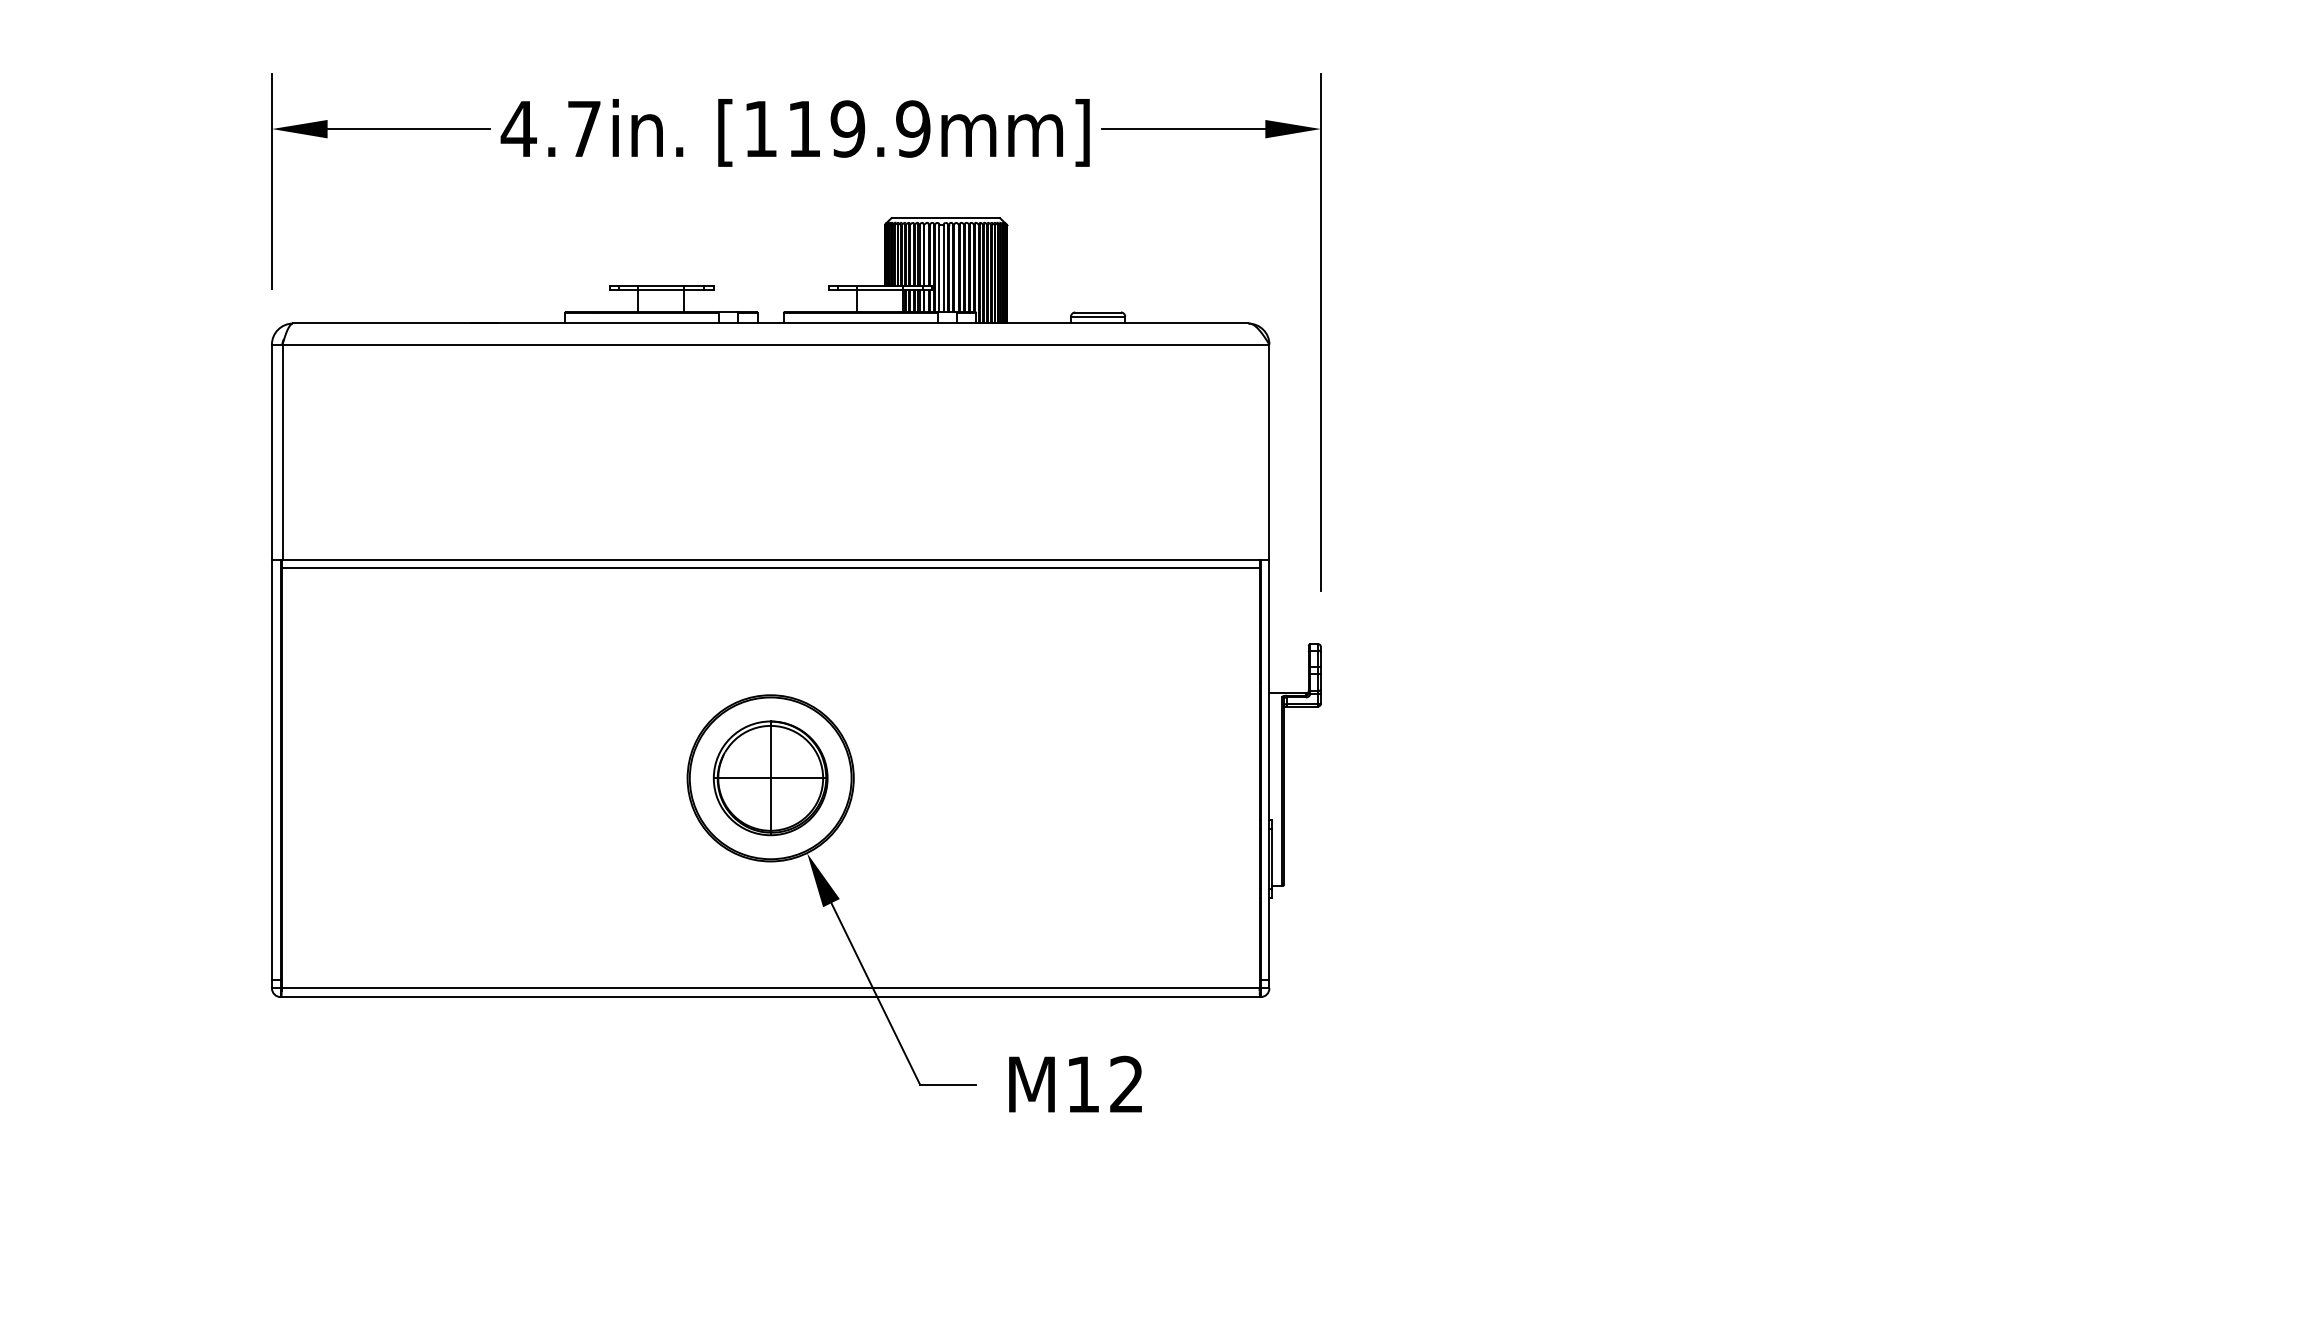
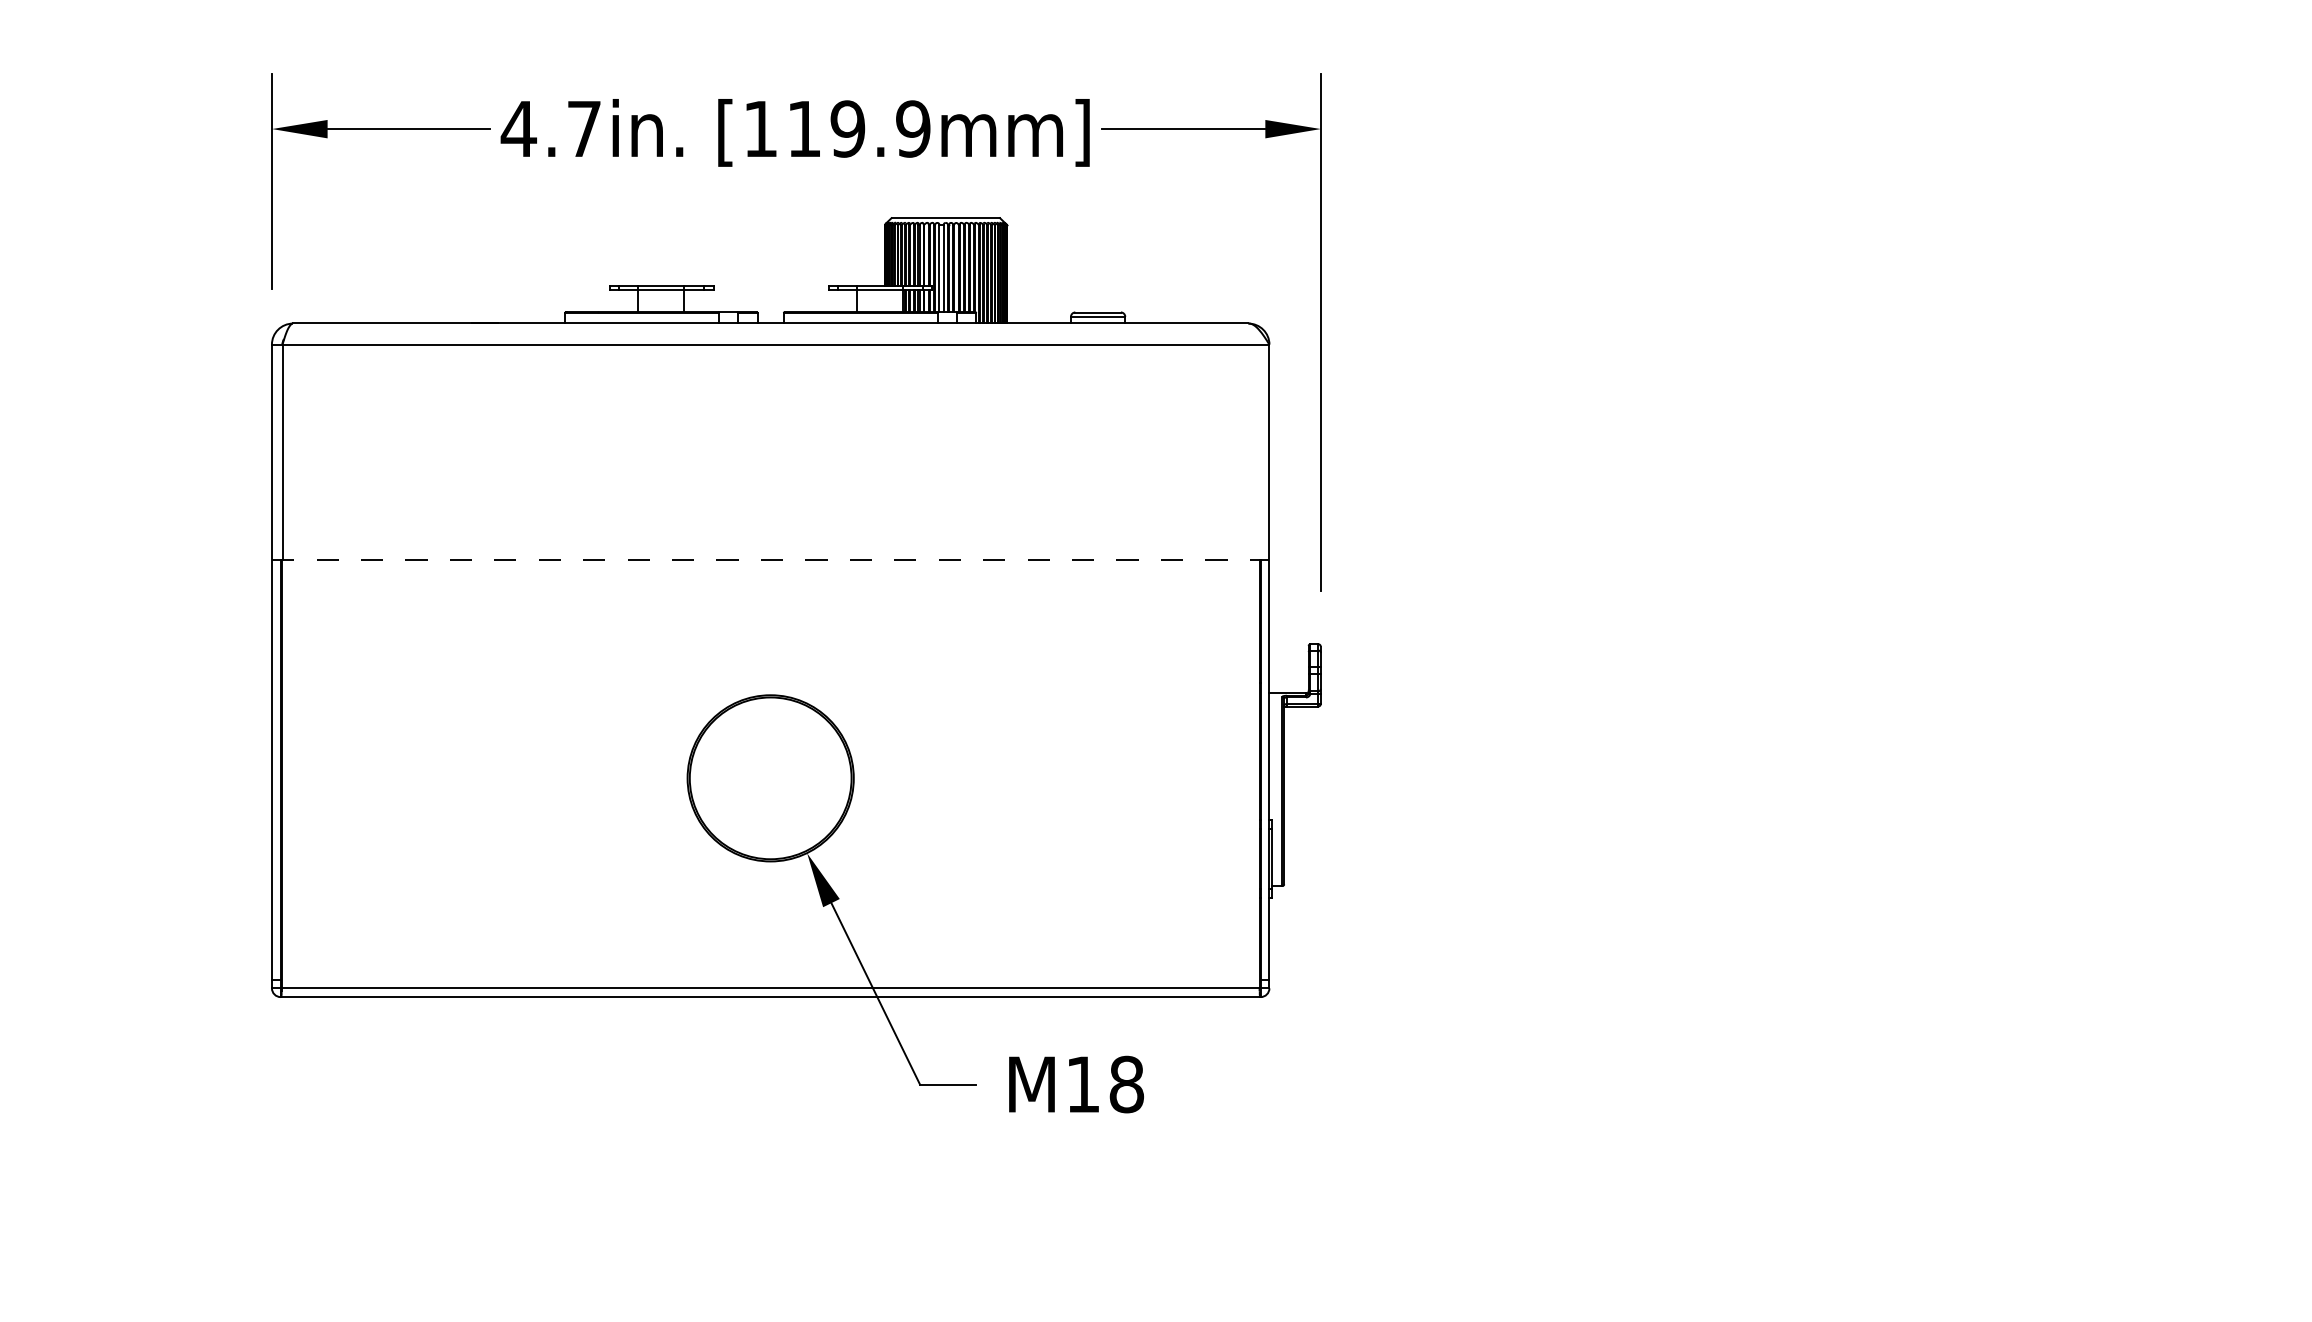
line at (770, 559): solid -> dashed
line at (770, 568): present -> none
part at (770, 778): present -> none
text at (1126, 1084): M12 -> M18
